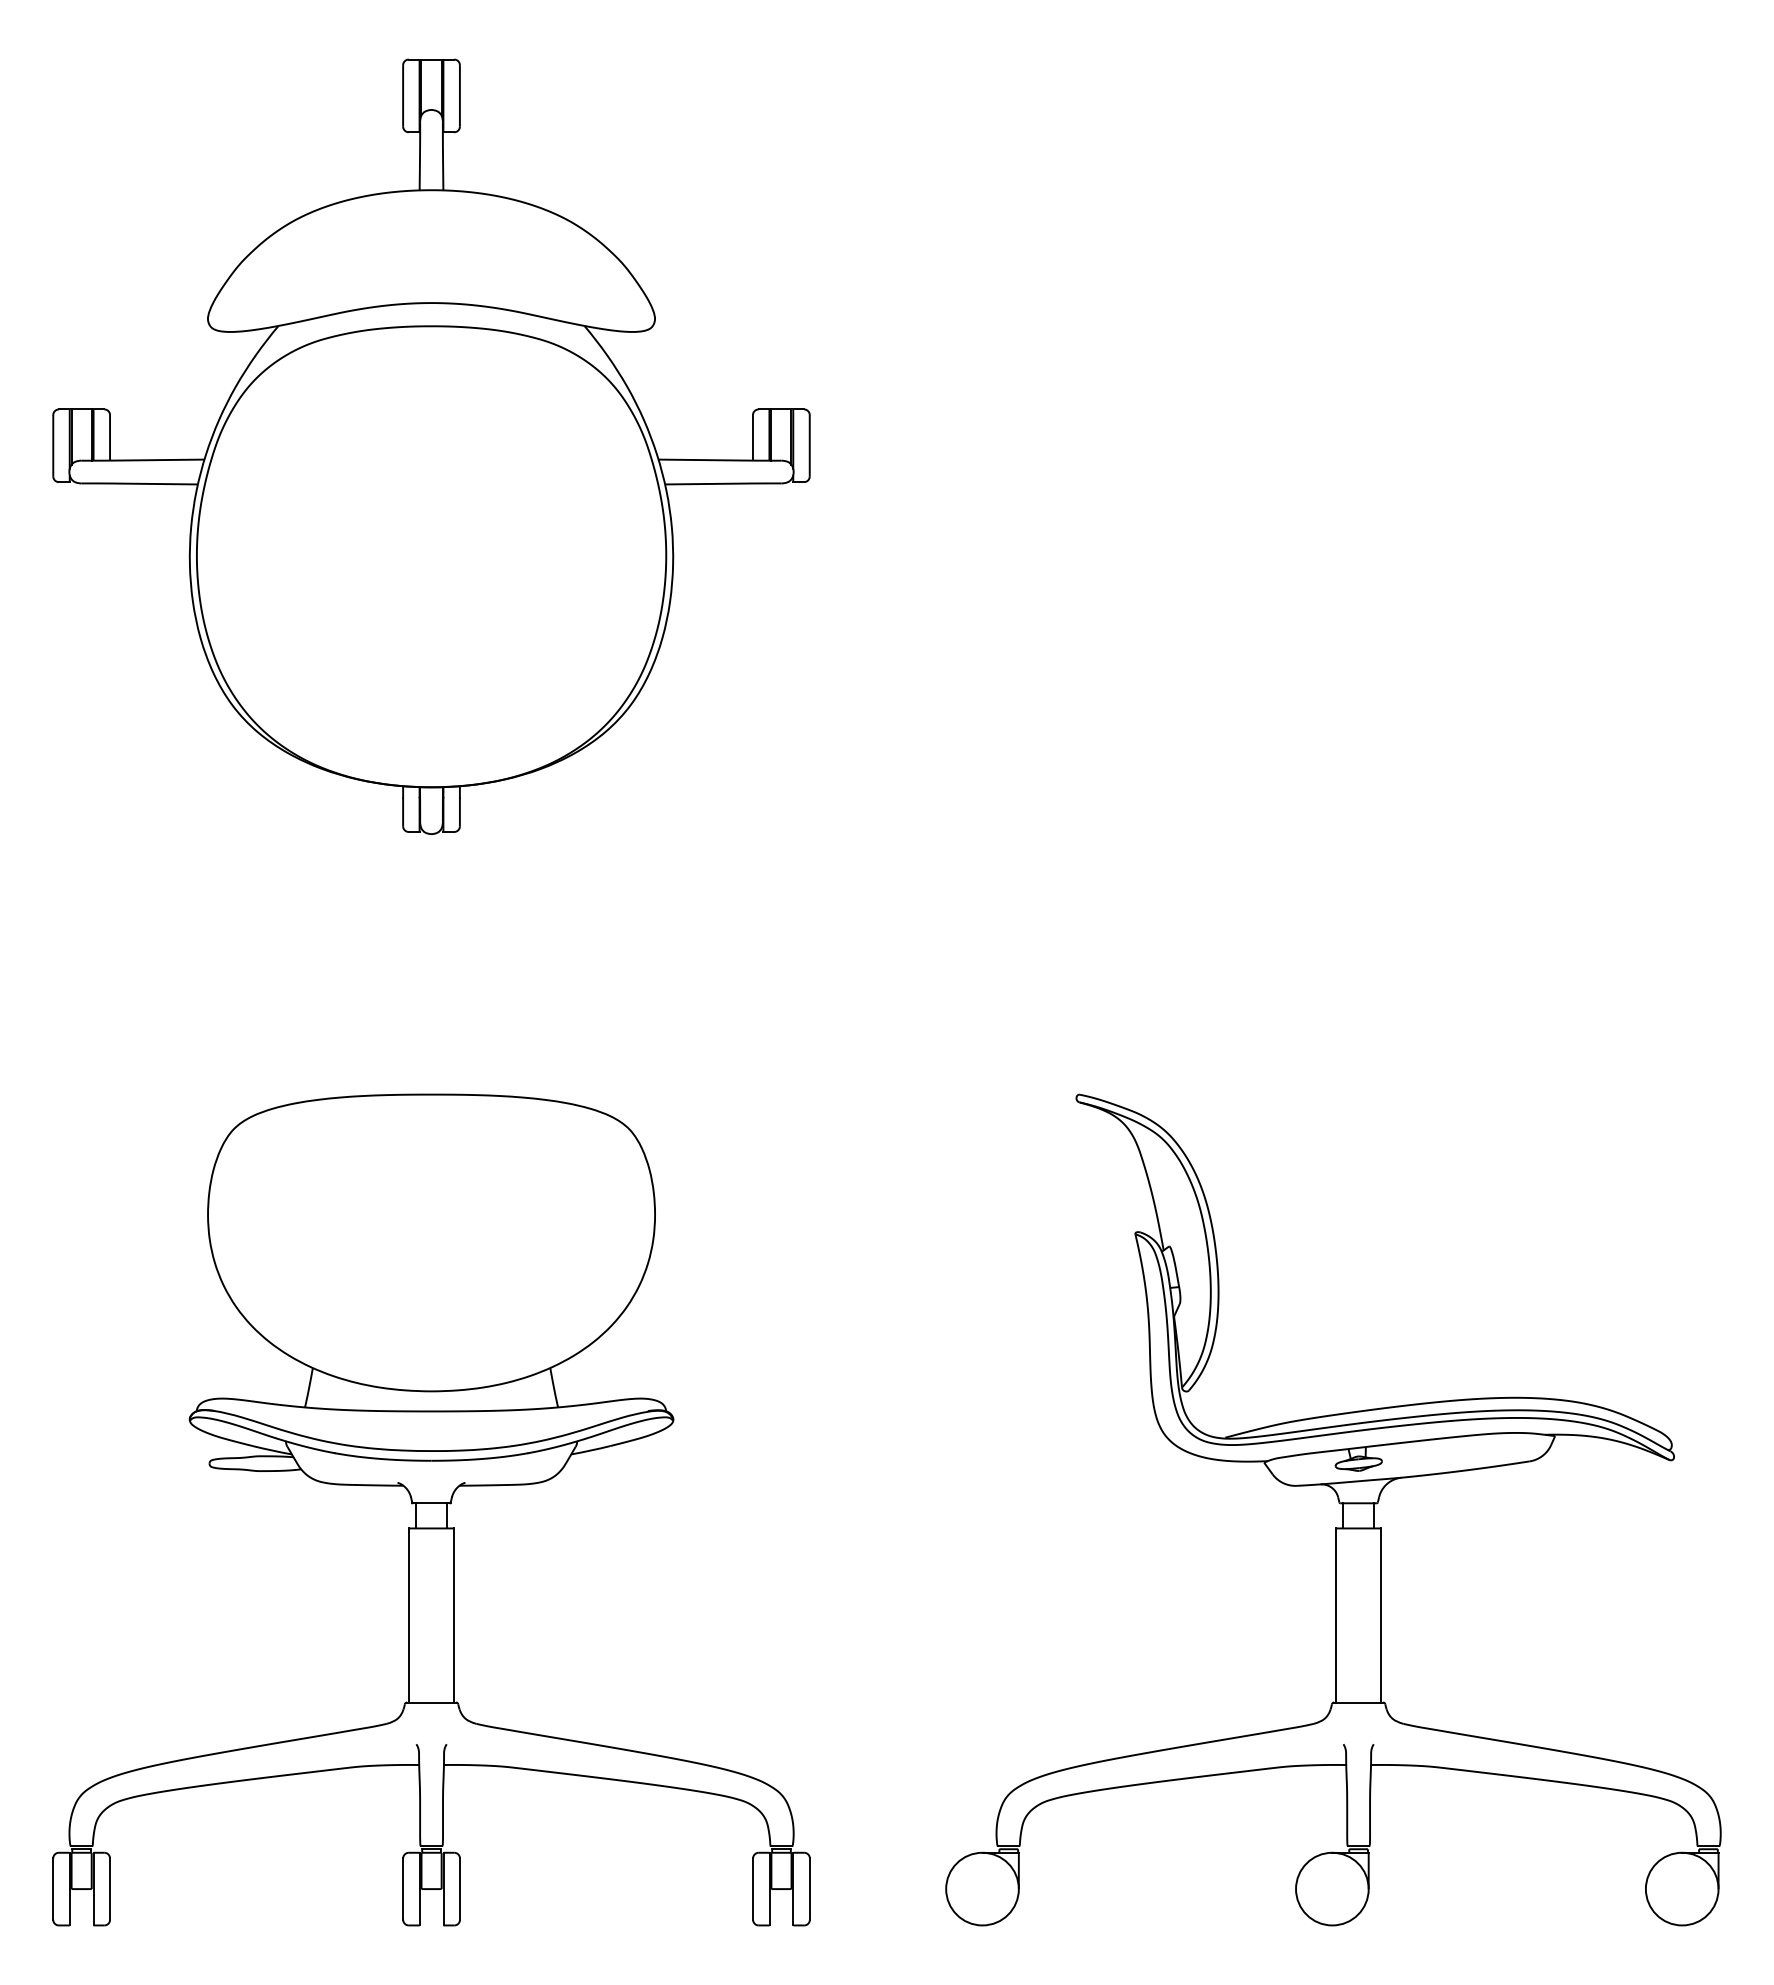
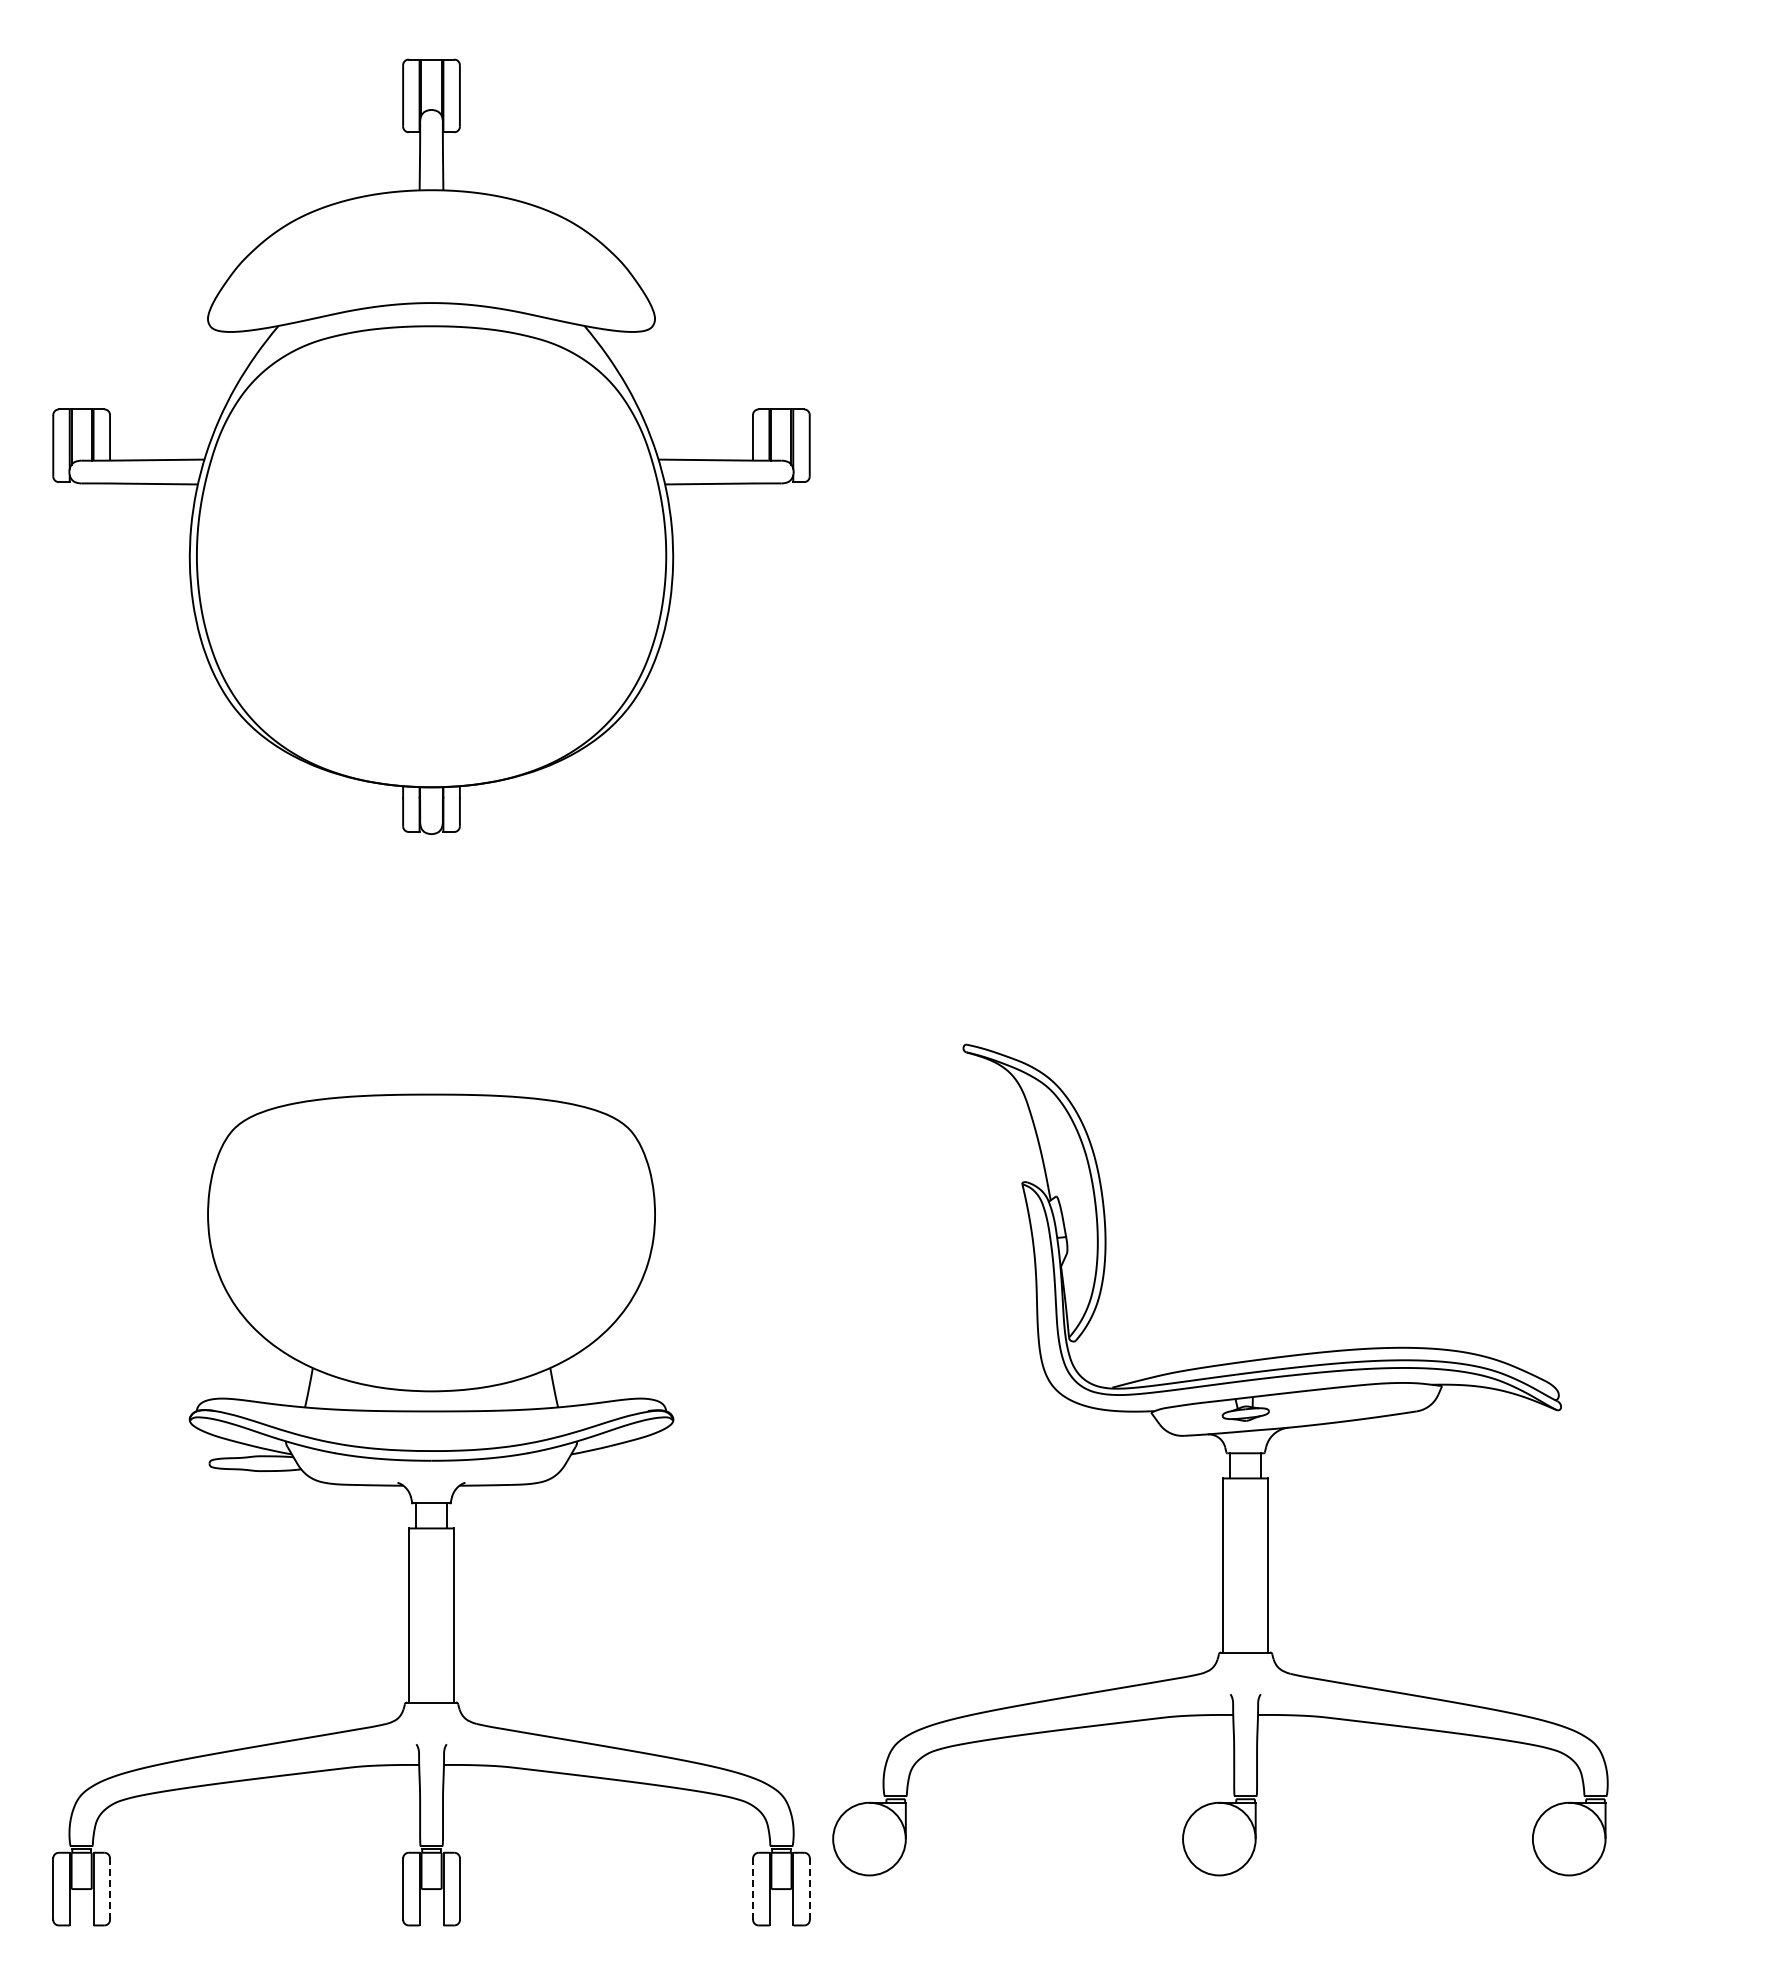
part at (1338, 1503) position: (1338, 1503) -> (1225, 1453)
line at (110, 1889): solid -> dashed
line at (753, 1889): solid -> dashed
line at (809, 1889): solid -> dashed
